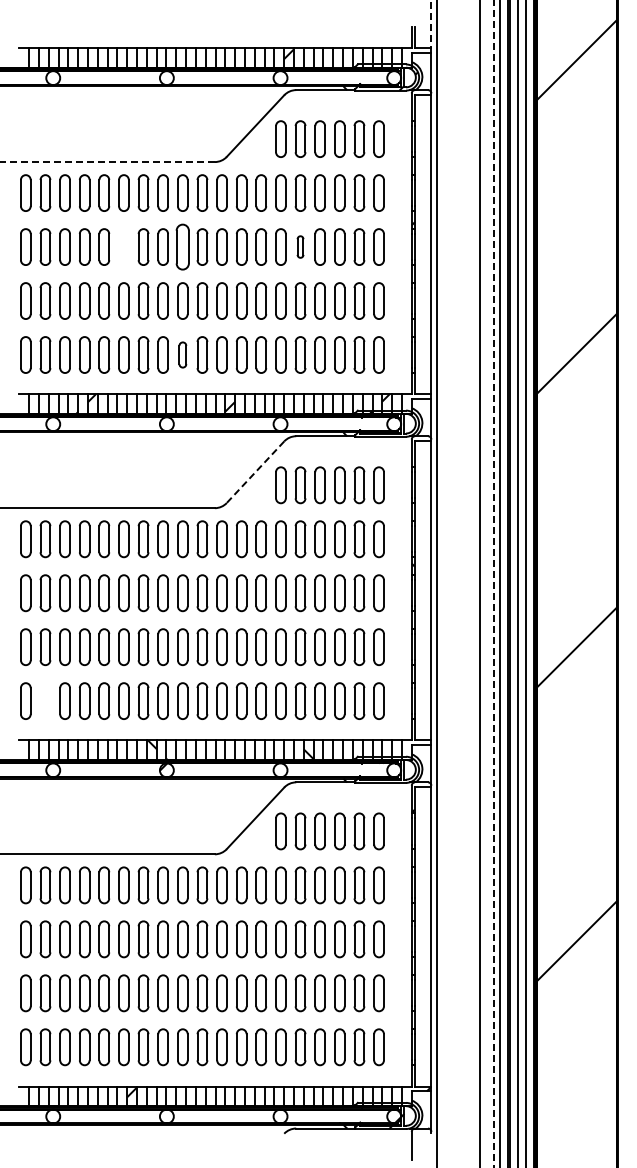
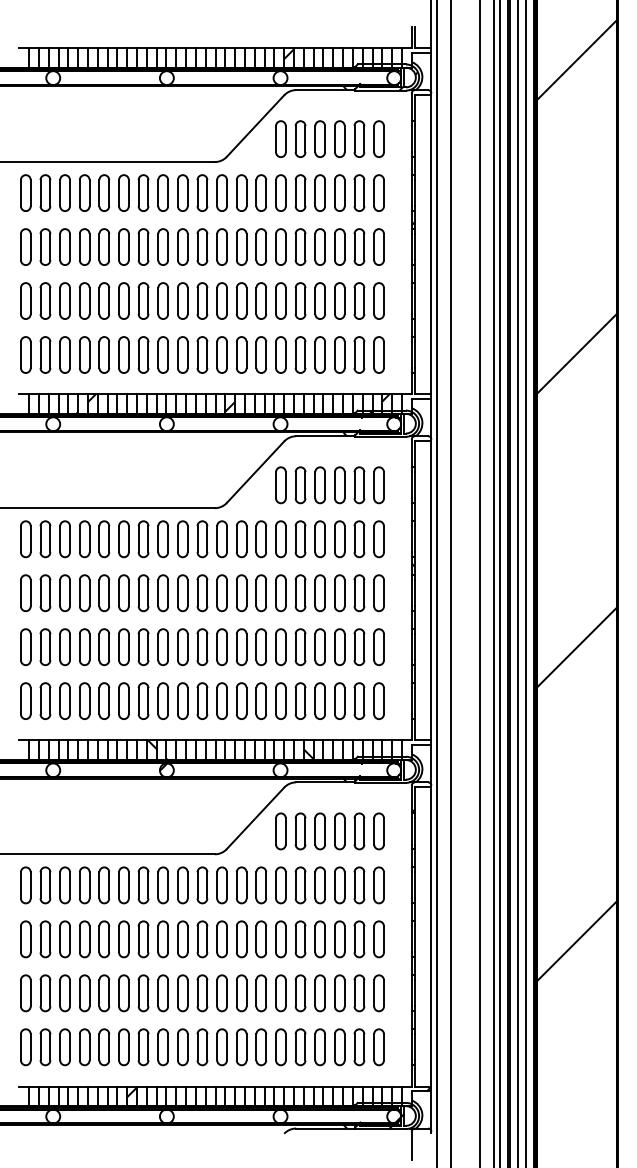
line at (431, 24): dashed -> solid
line at (107, 162): dashed -> solid
part at (123, 246): none -> present
part at (182, 246) size: 15x48 px -> 12x38 px
part at (300, 246) size: 9x24 px -> 13x38 px
part at (182, 354) size: 10x28 px -> 12x38 px
line at (255, 472): dashed -> solid
line at (450, 583): none -> present
line at (494, 584): dashed -> solid
part at (45, 700): none -> present
